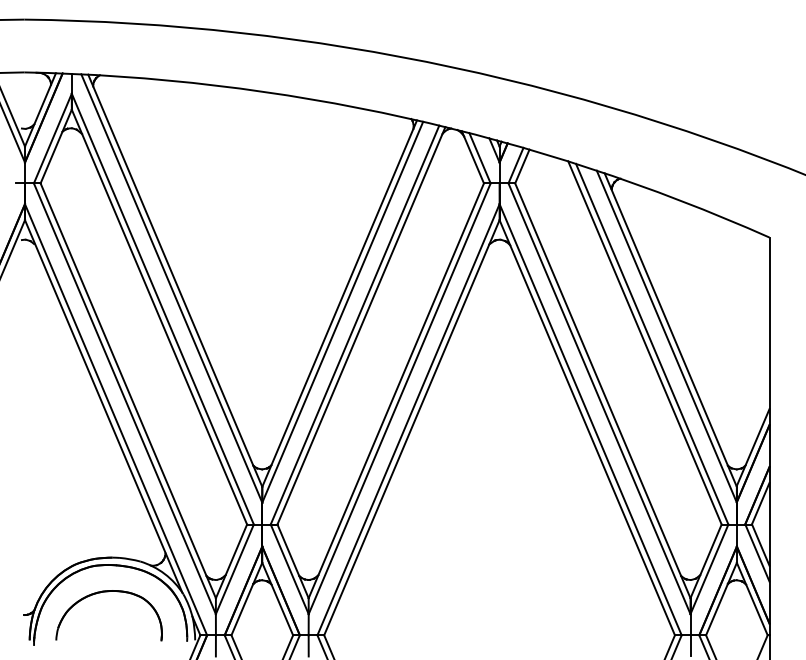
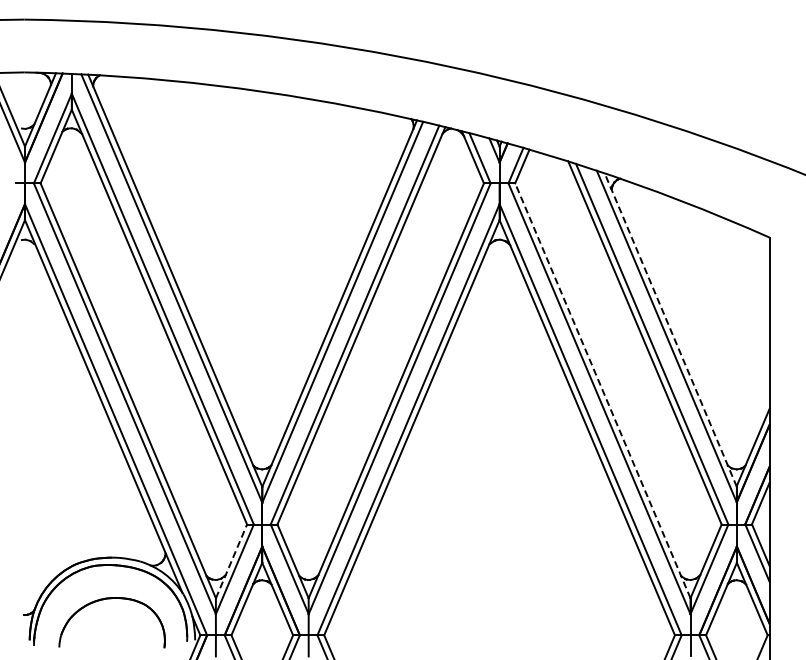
line at (670, 329): solid -> dashed
line at (602, 390): solid -> dashed
line at (231, 560): solid -> dashed
part at (108, 592) position: (108, 592) -> (111, 599)
